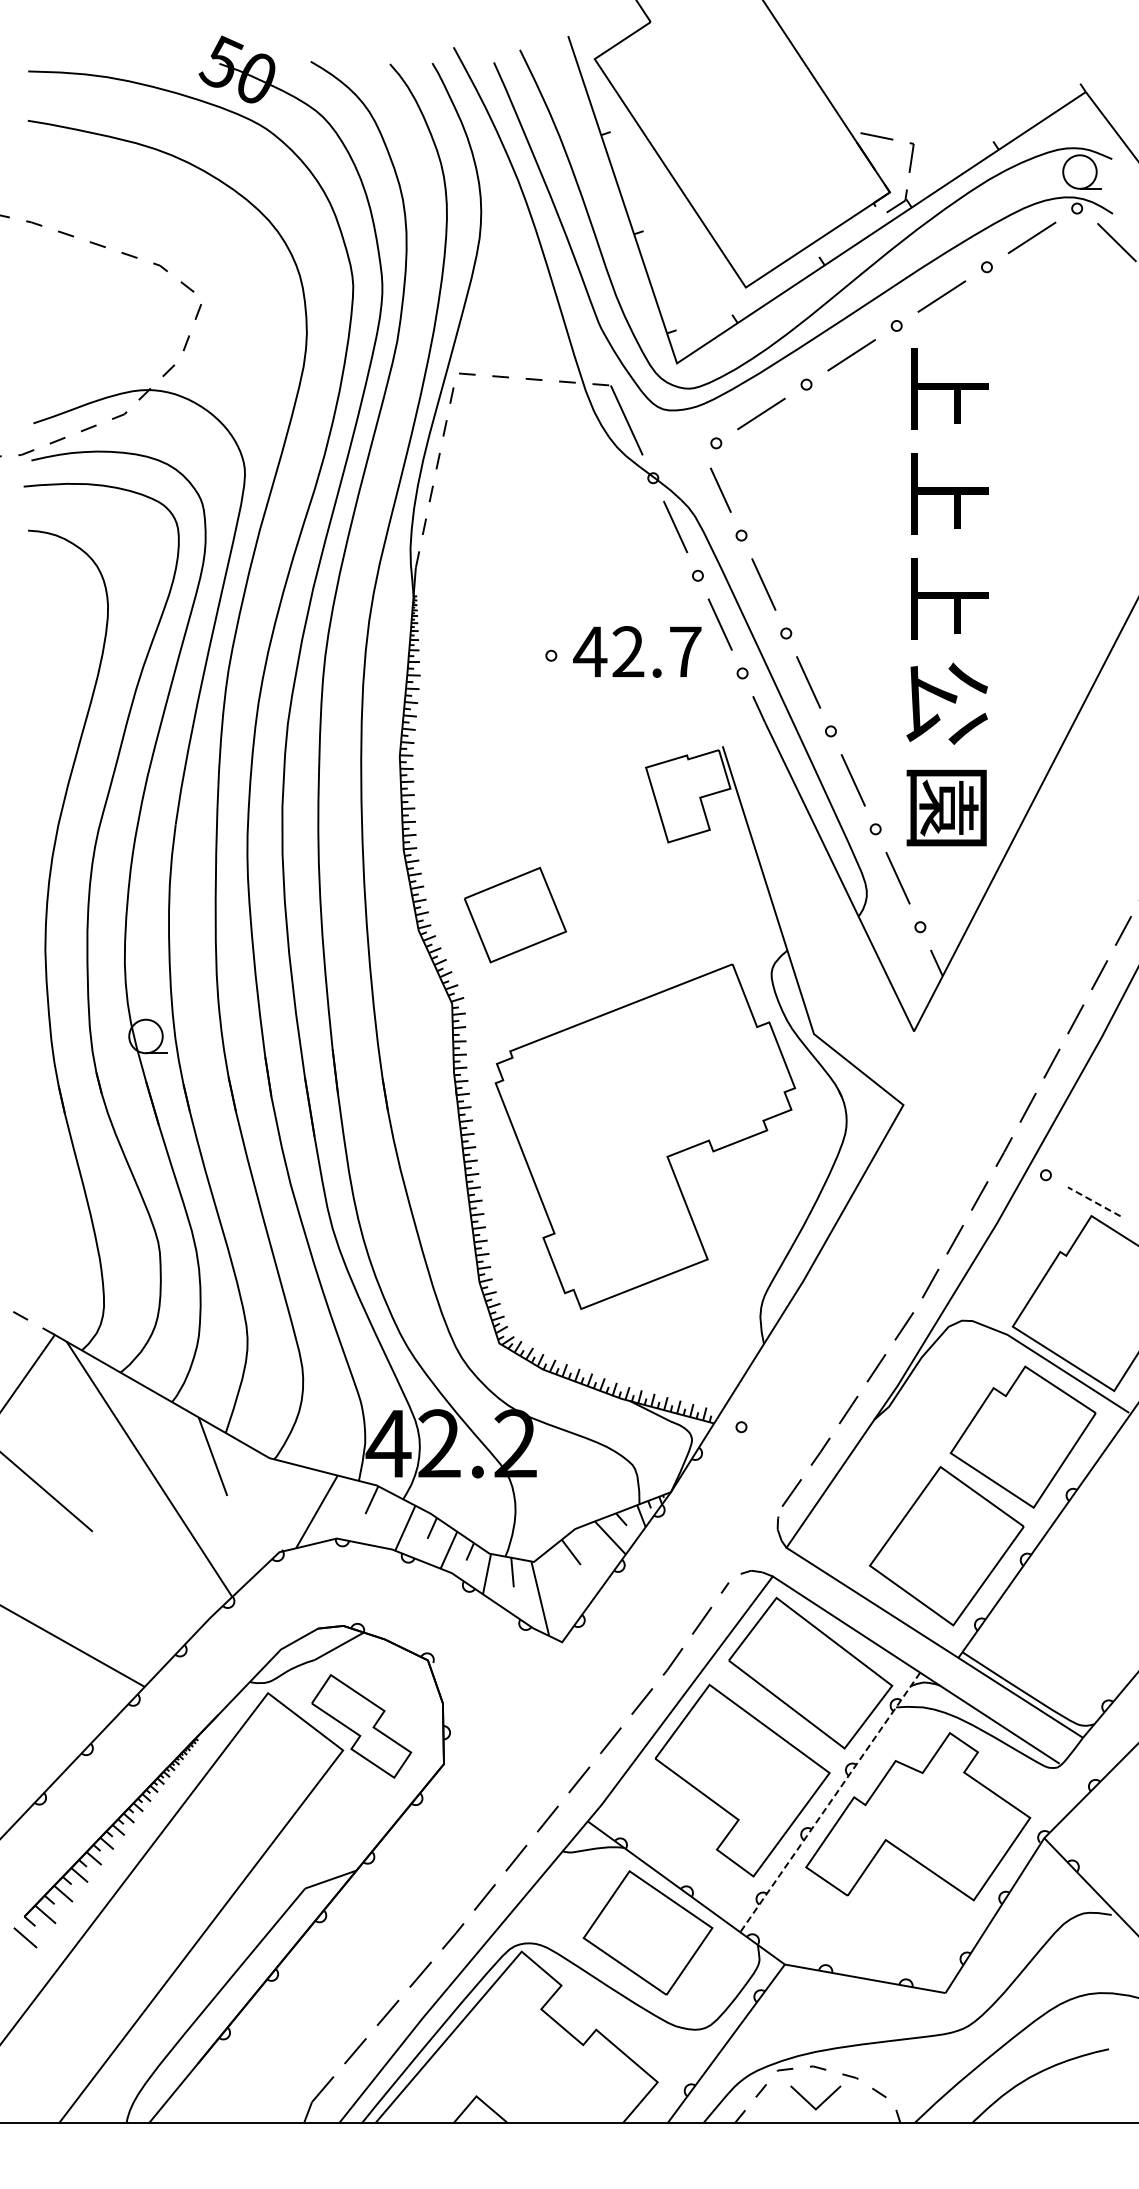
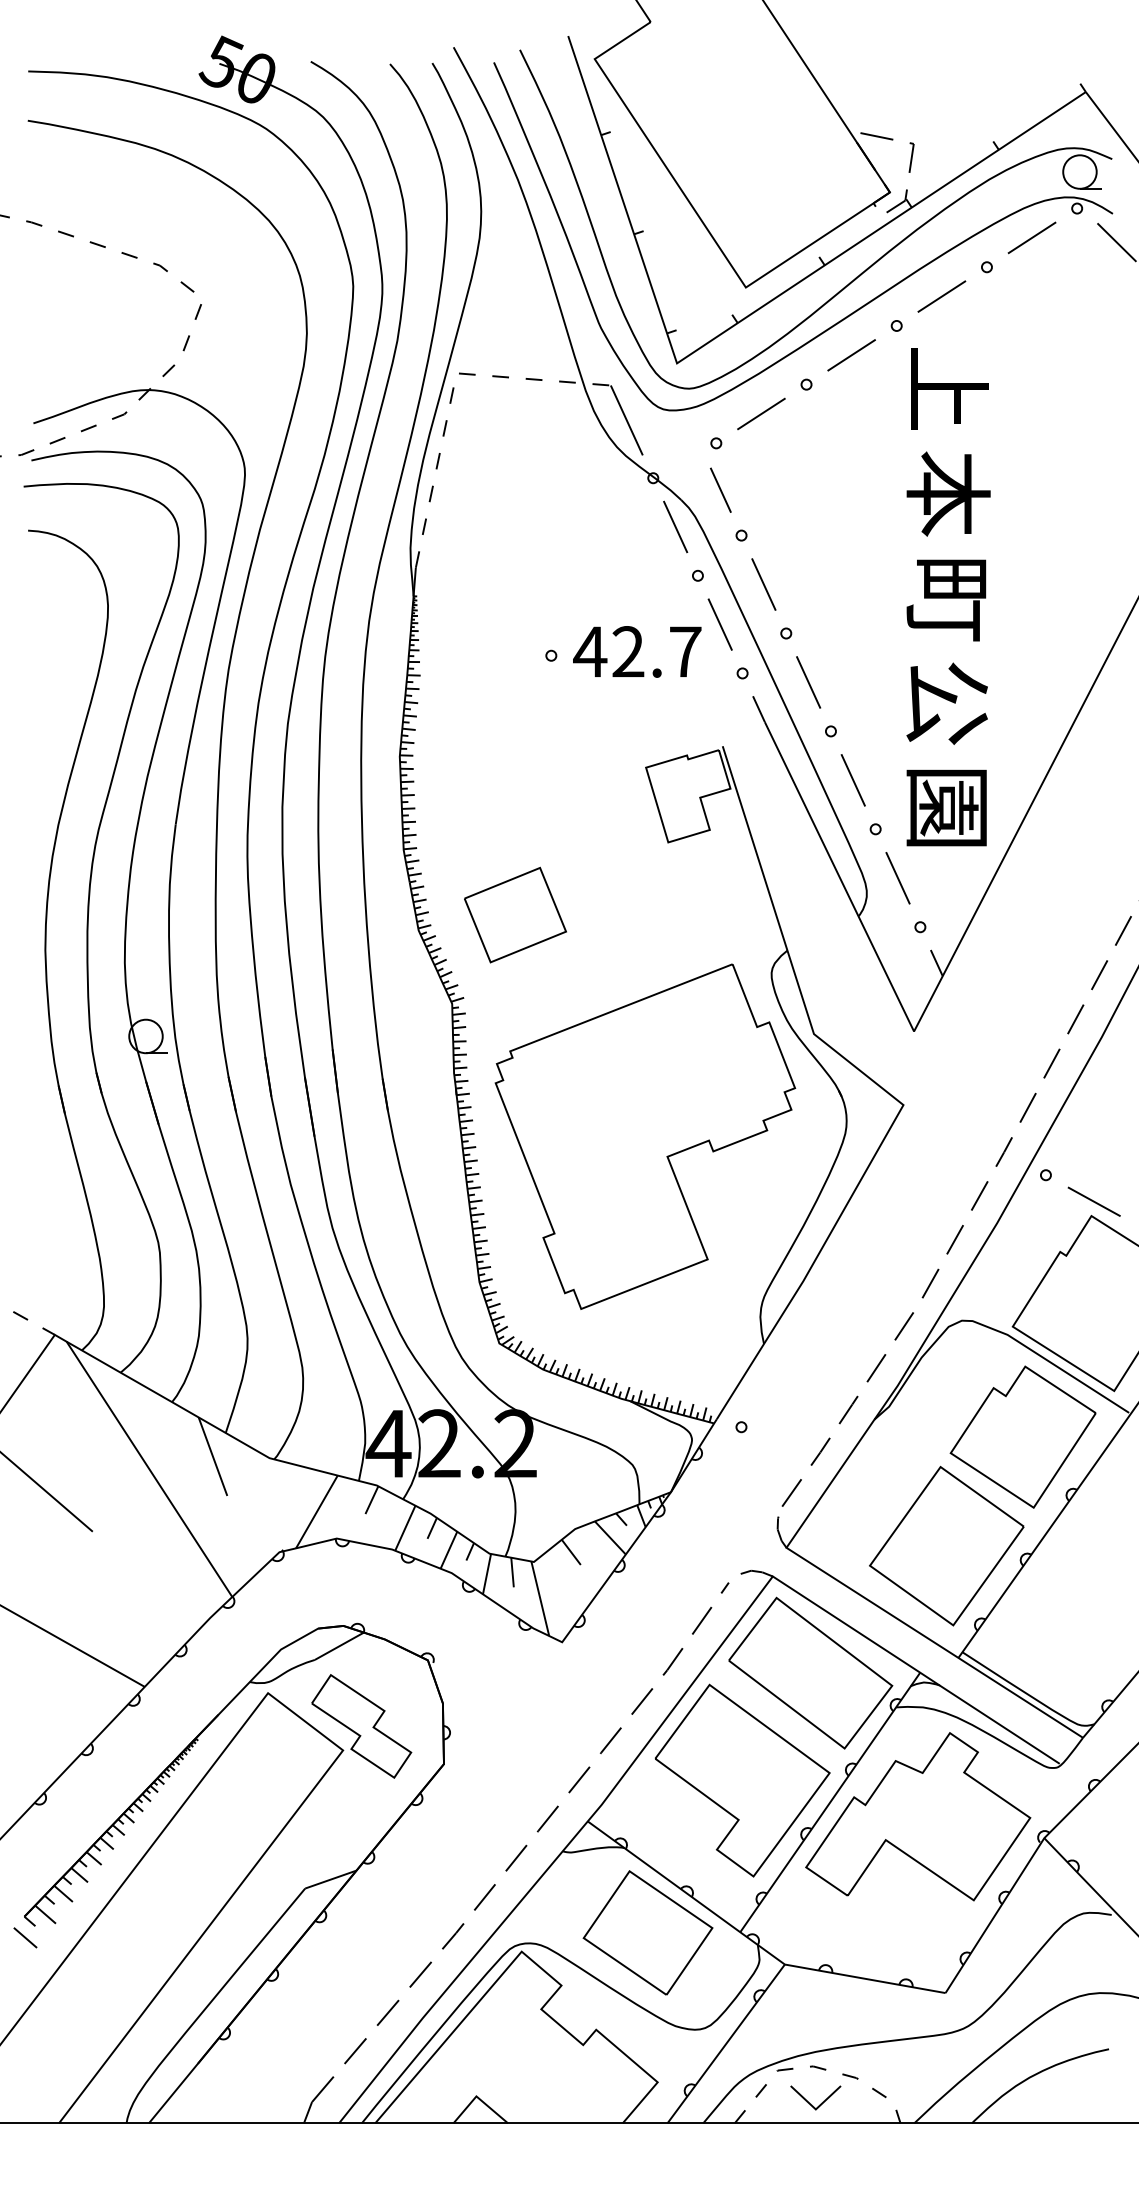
text at (948, 493): 上 -> 本
text at (947, 599): 上 -> 町
line at (1093, 1201): dashed -> solid
line at (830, 1801): dashed -> solid
